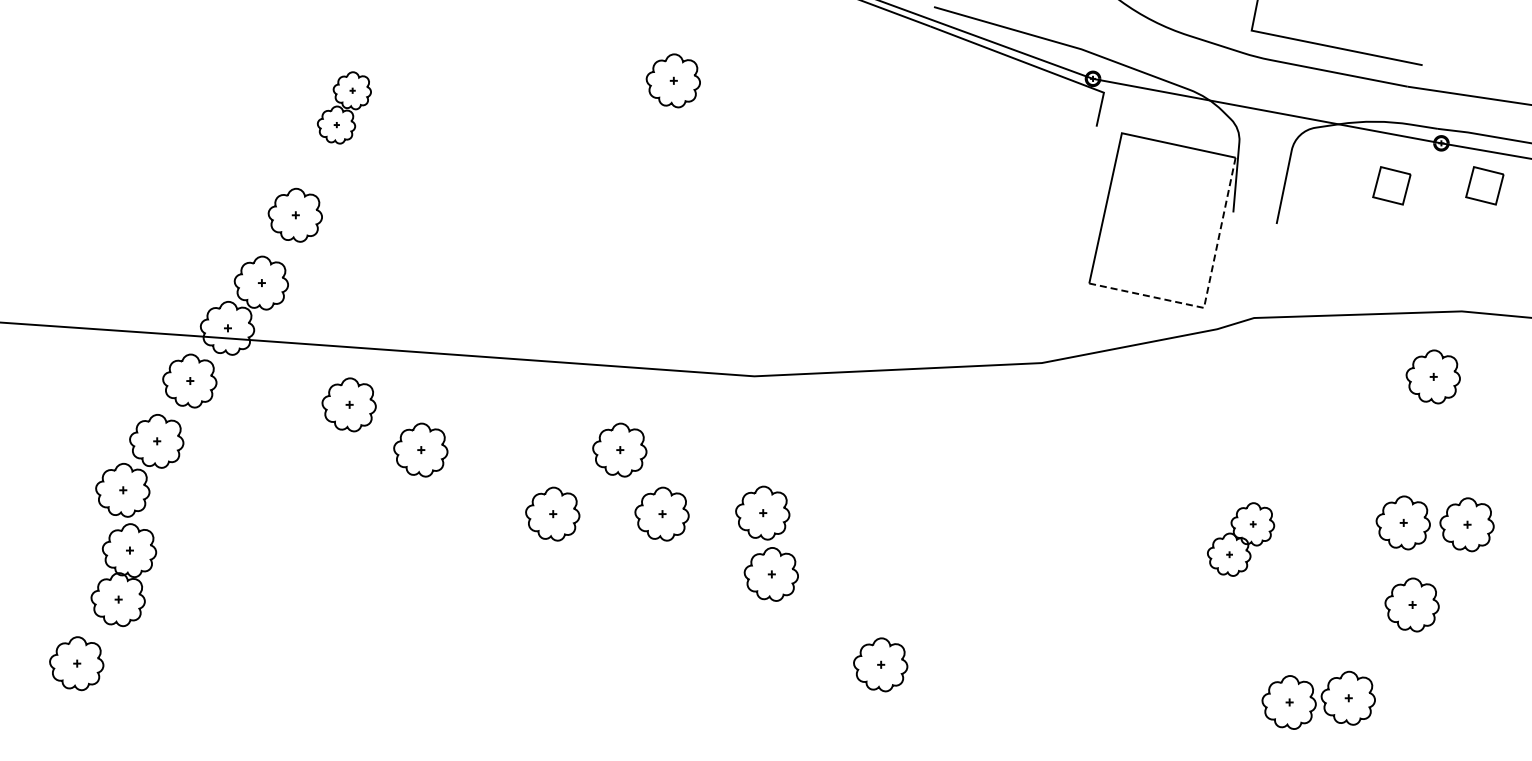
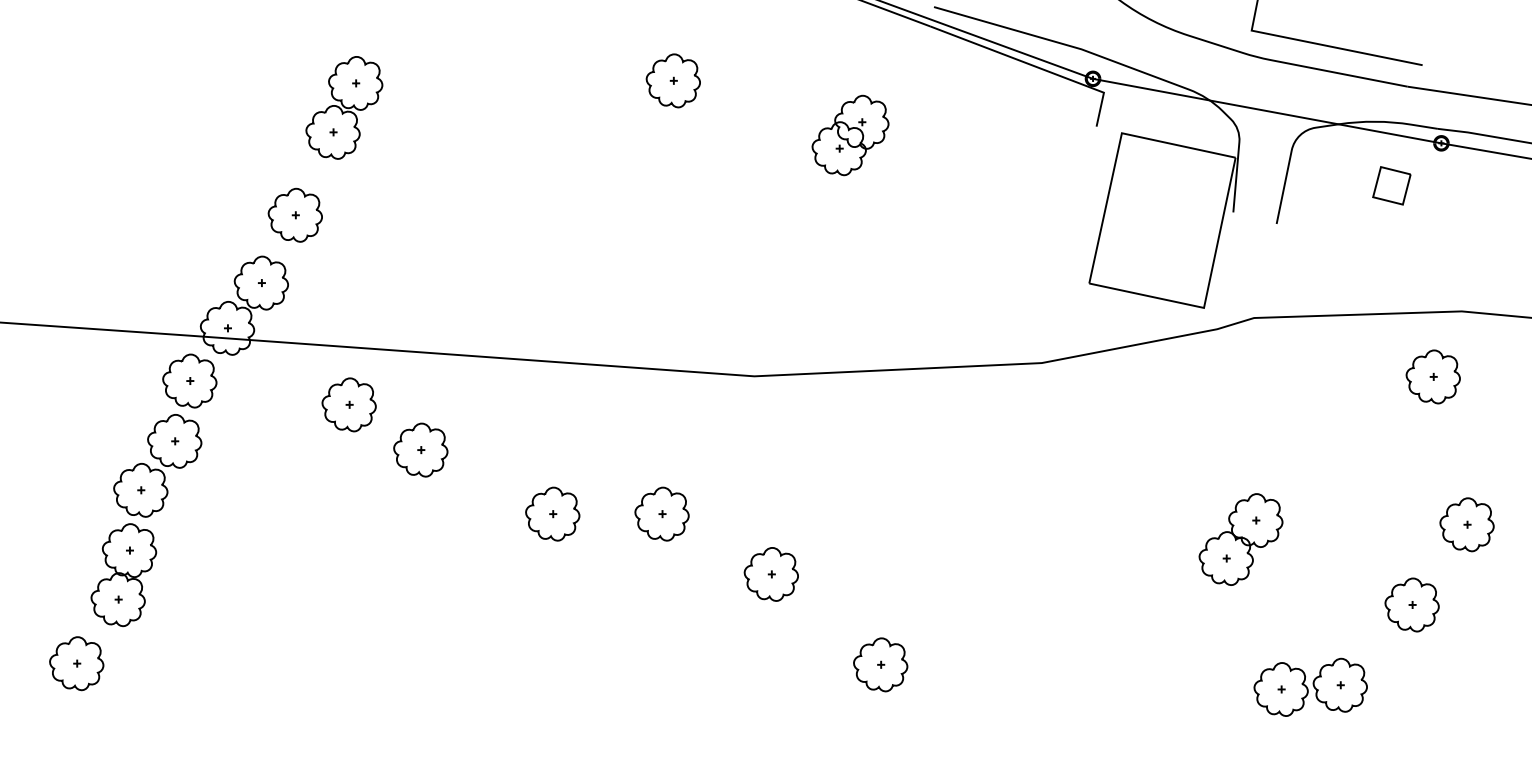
part at (343, 107) size: 56x74 px -> 79x104 px
part at (850, 135): none -> present
part at (1484, 185): present -> none
line at (1207, 291): dashed -> solid
part at (619, 449): present -> none
part at (139, 465) position: (139, 465) -> (157, 465)
part at (762, 512): present -> none
part at (1402, 522): present -> none
part at (1241, 539) size: 69x75 px -> 86x93 px
part at (1318, 699) position: (1318, 699) -> (1310, 686)
